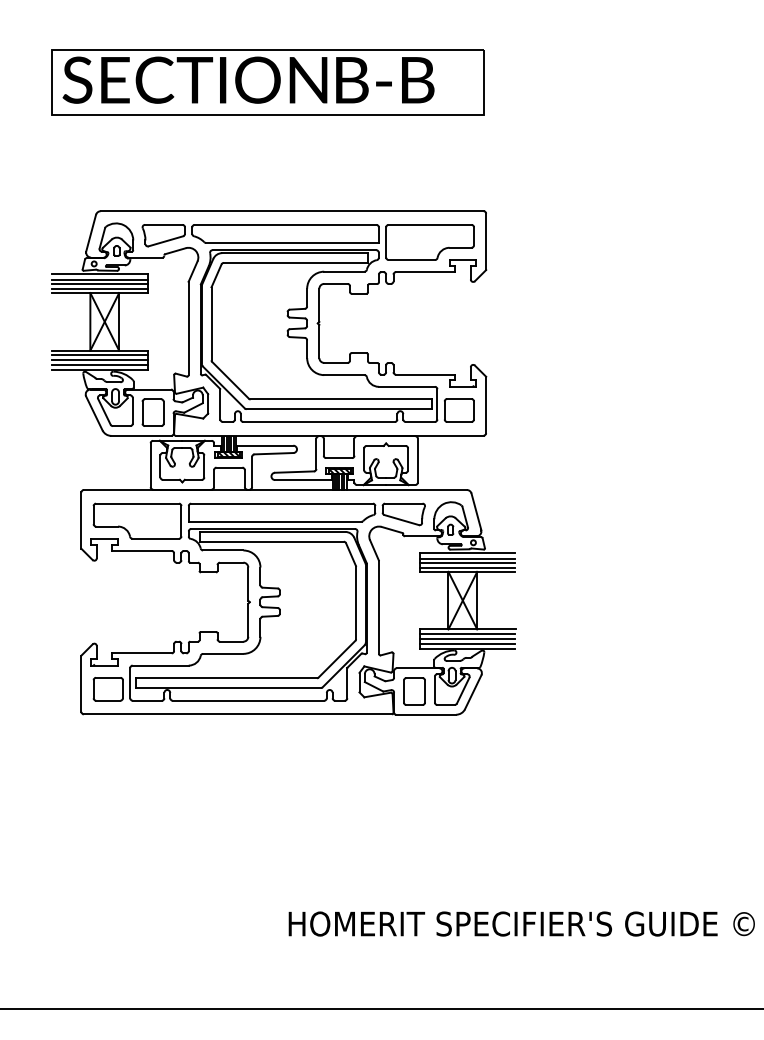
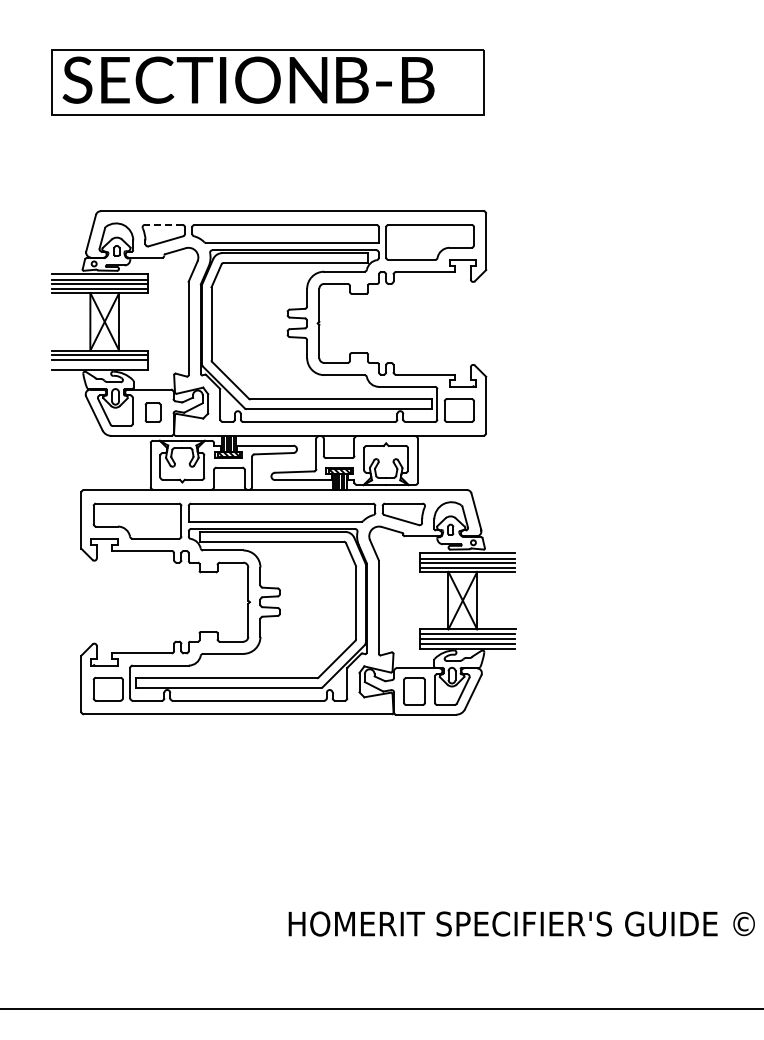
line at (163, 224): solid -> dashed
line at (100, 365): present -> none
part at (152, 412) size: 24x29 px -> 18x21 px
